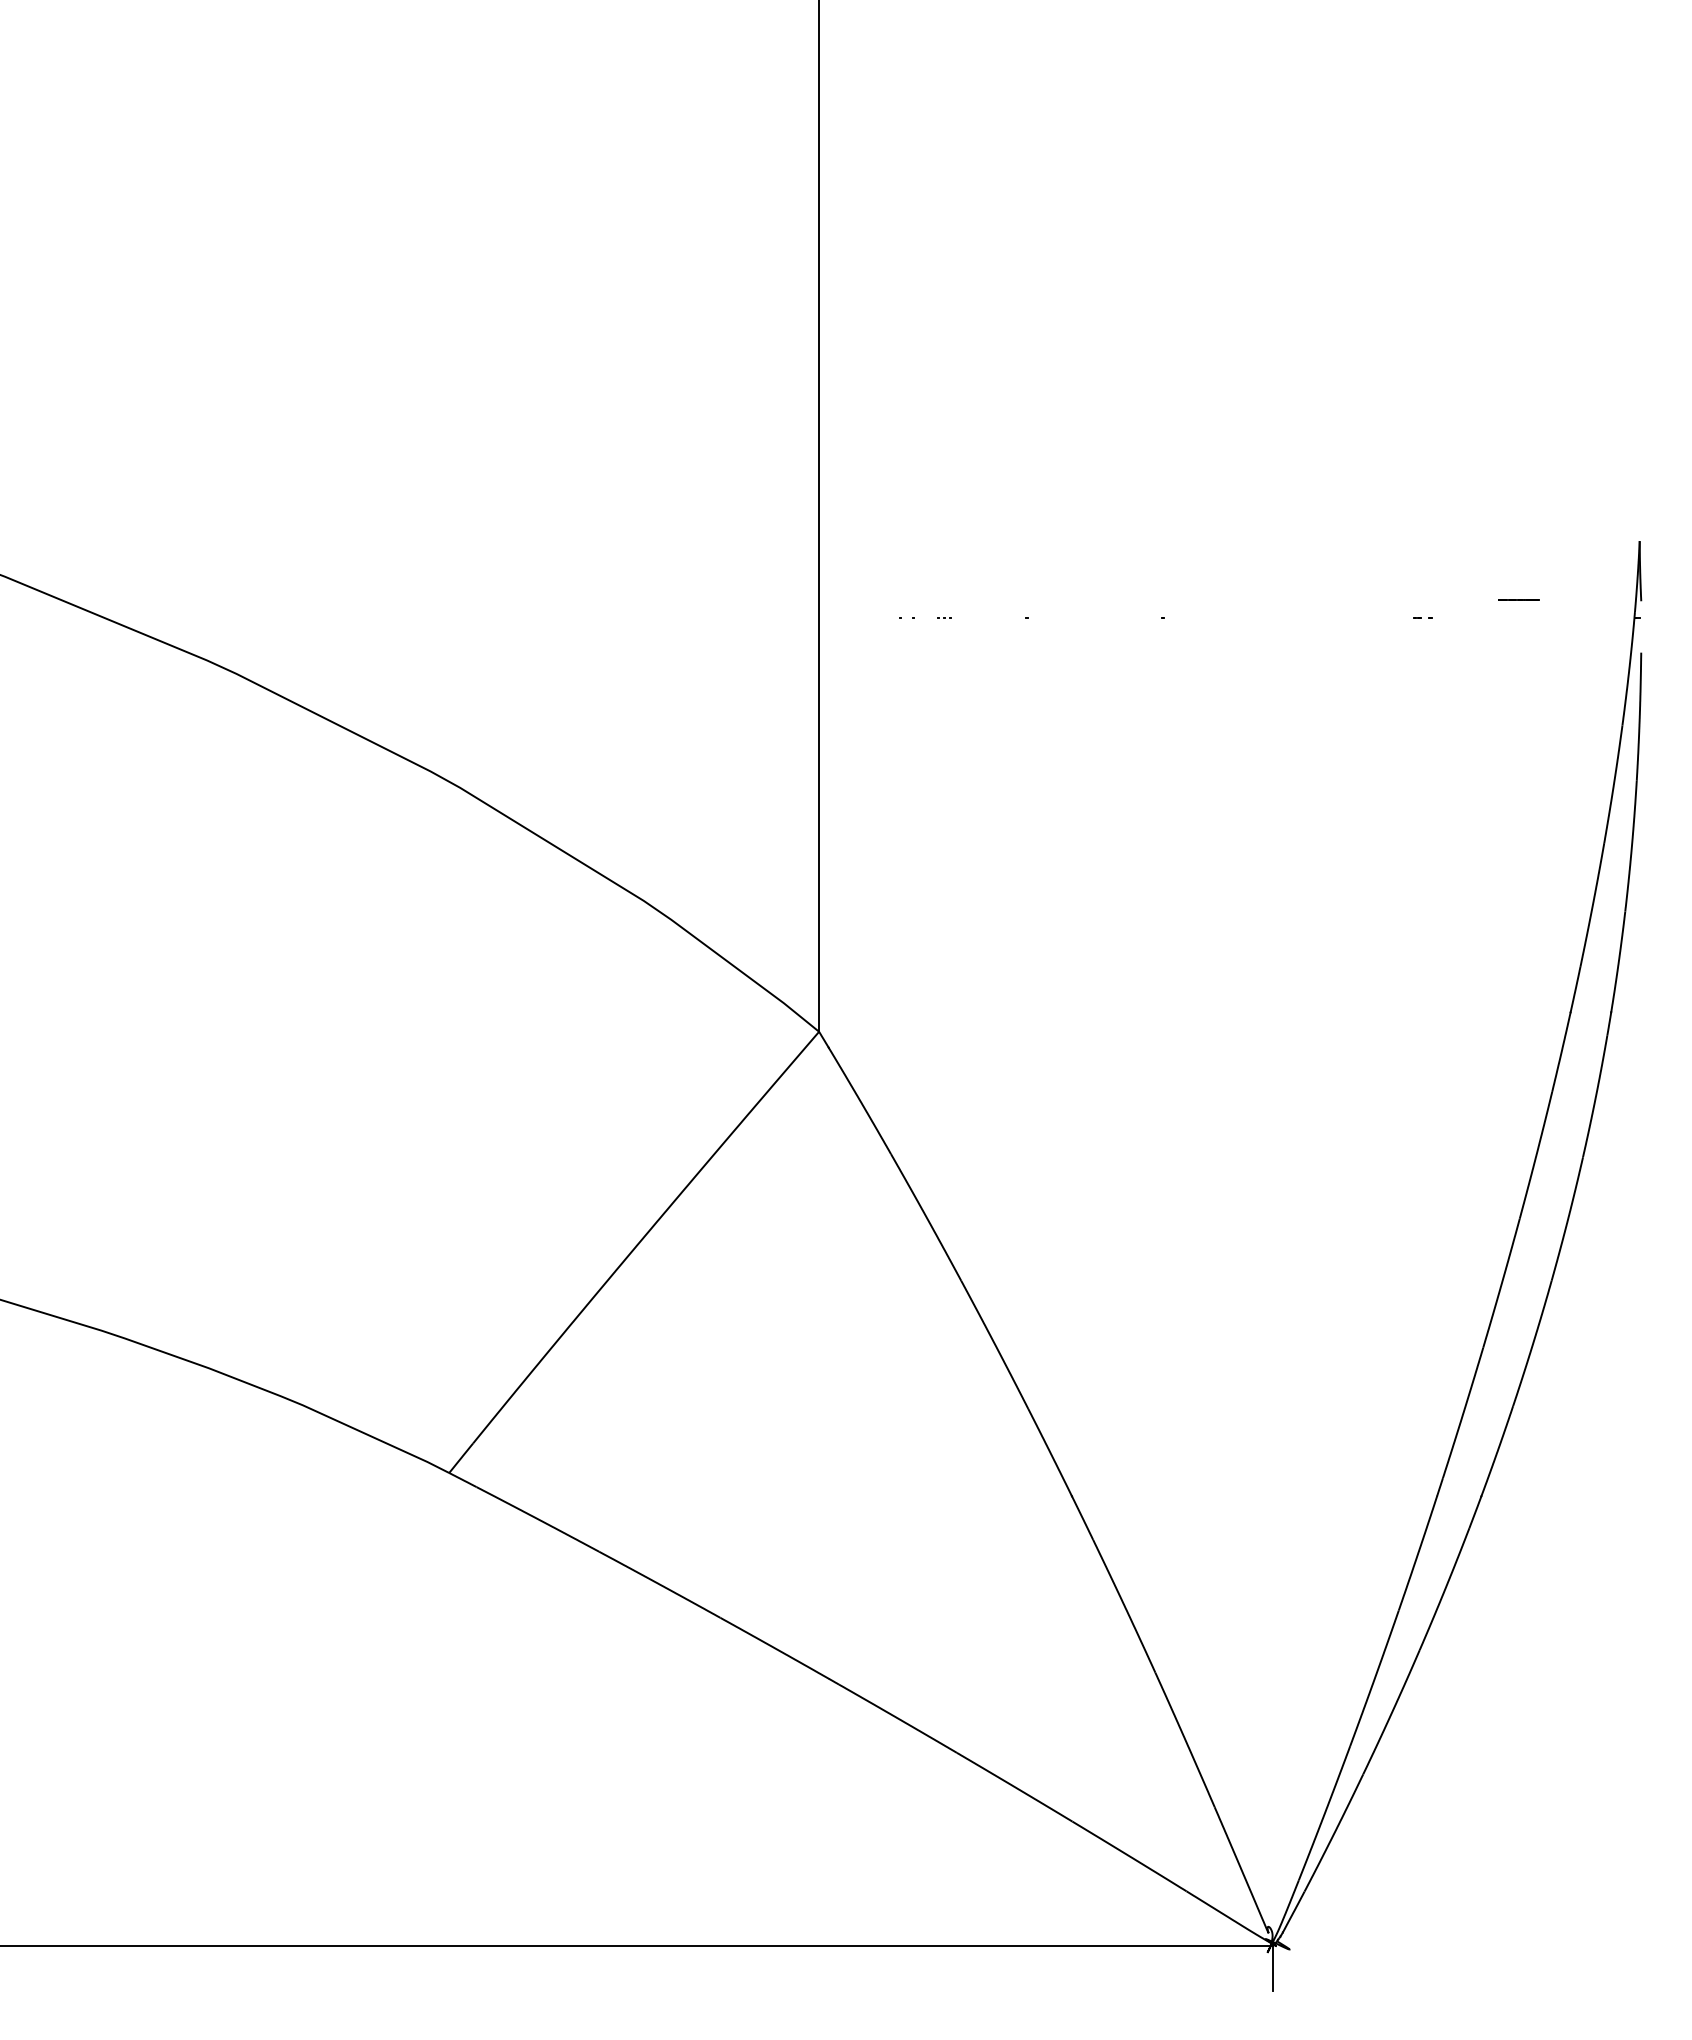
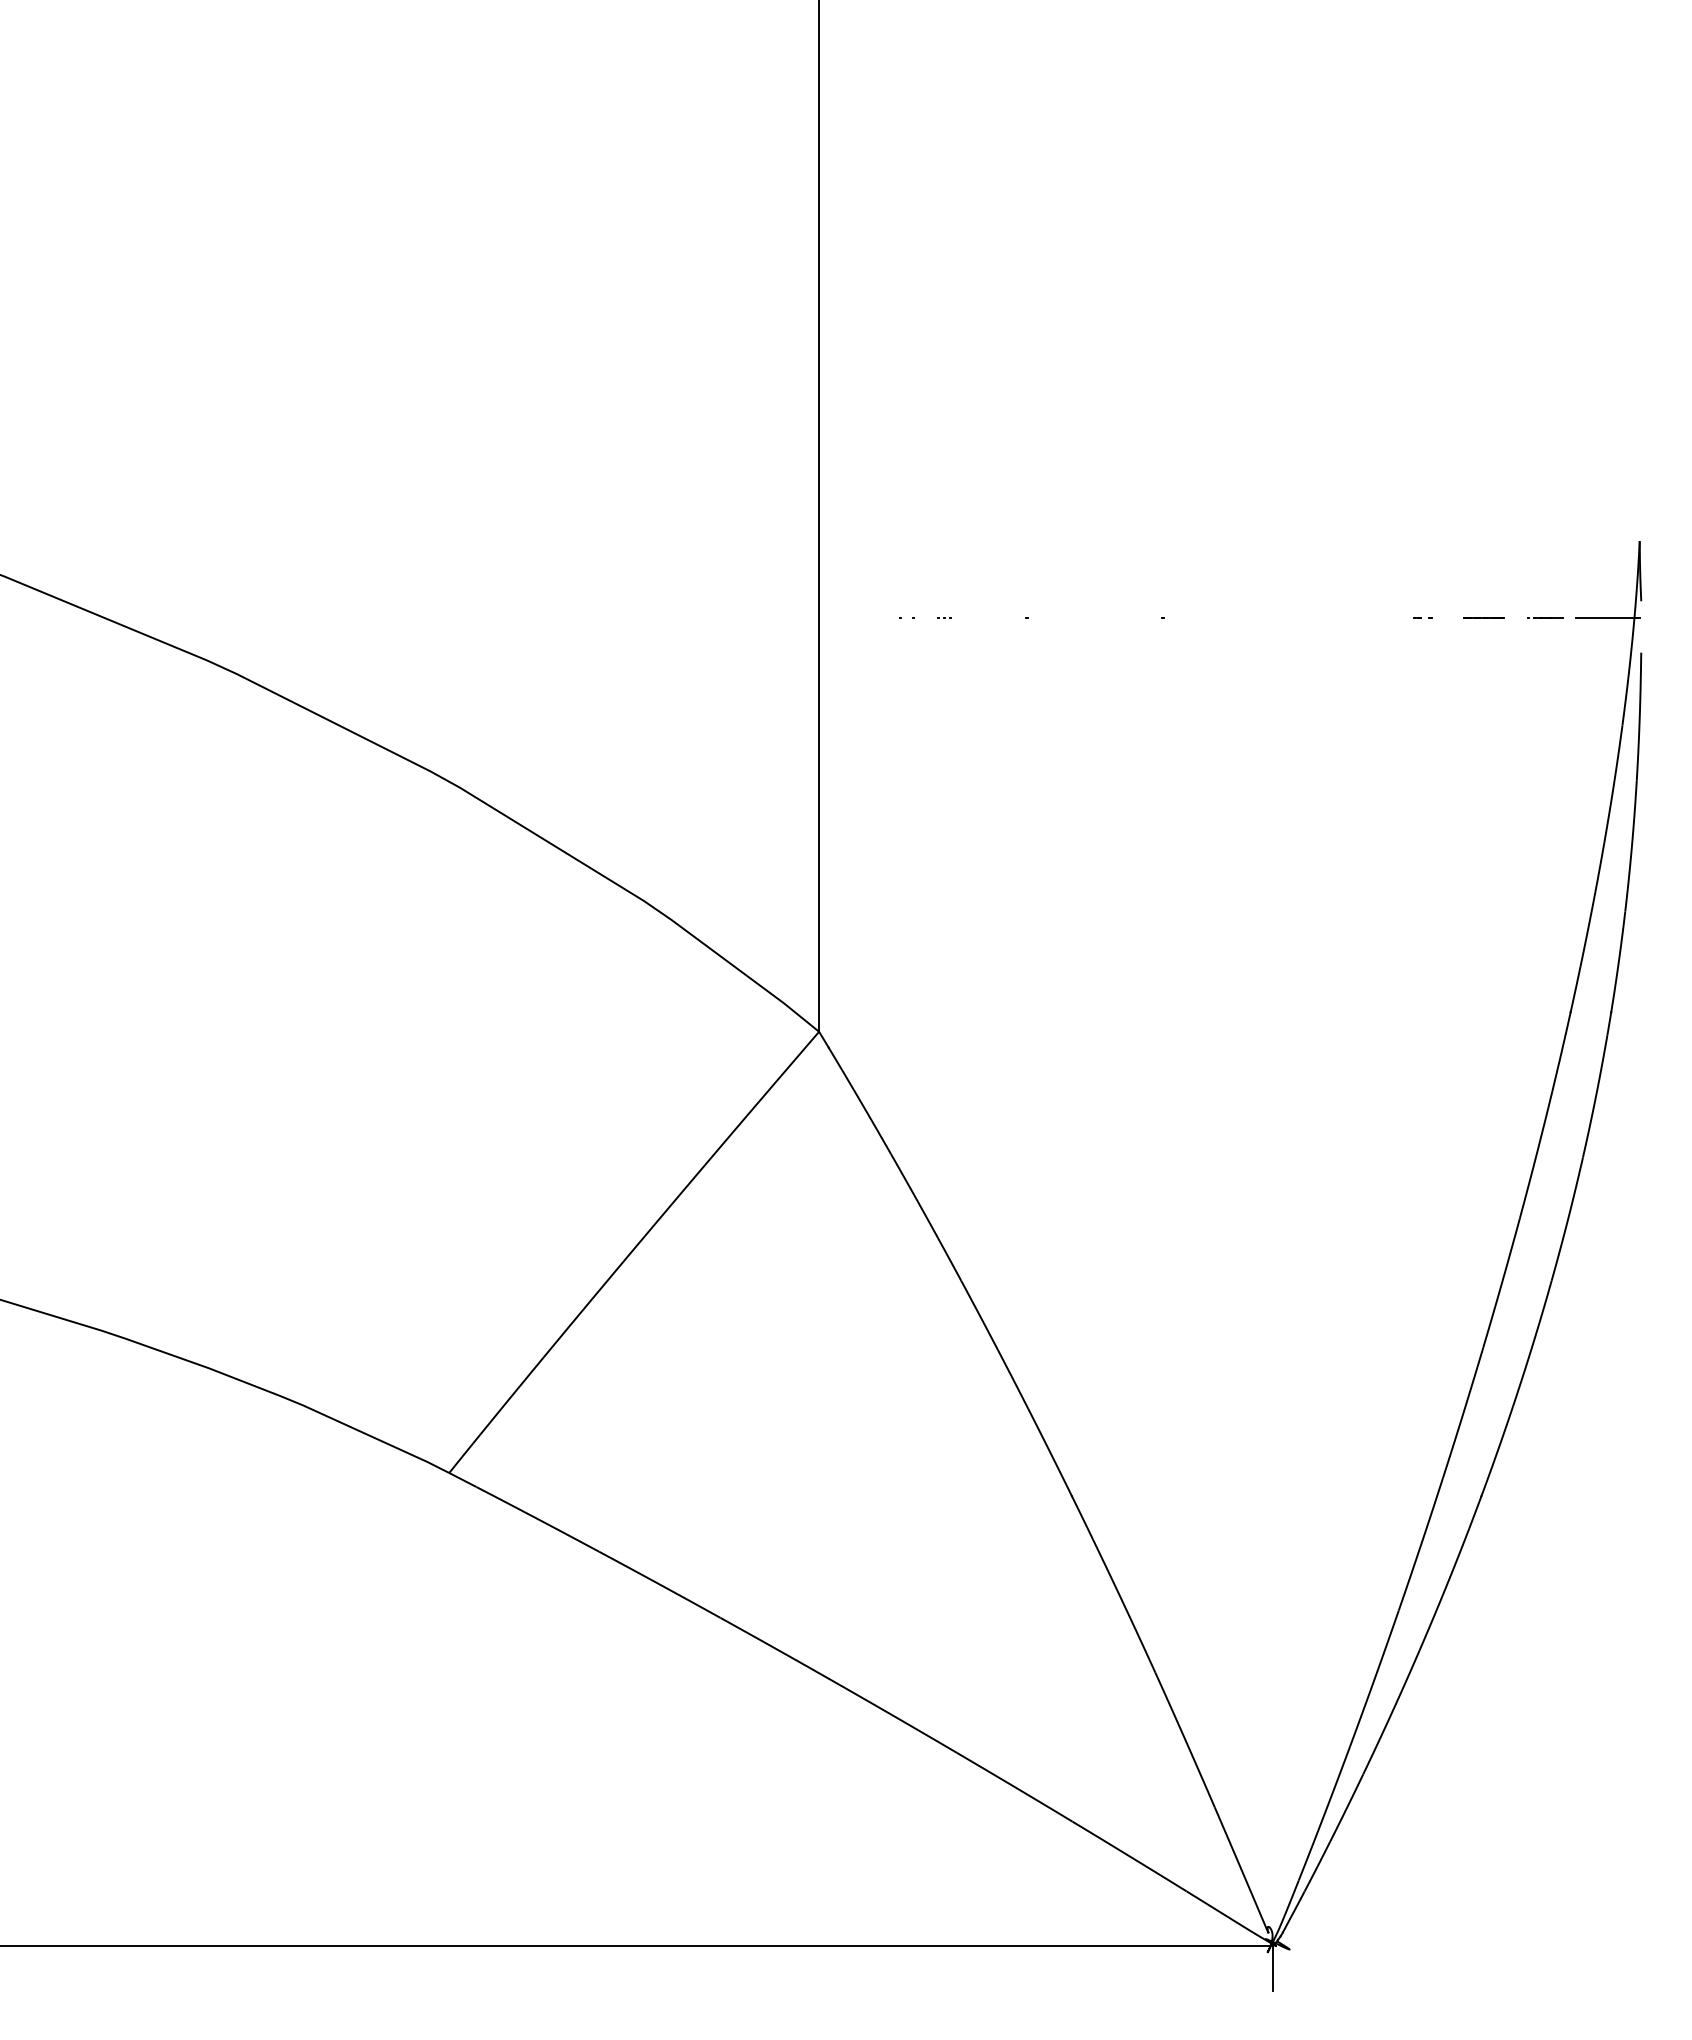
line at (1518, 599) position: (1518, 599) -> (1483, 617)
line at (1545, 617): none -> present
line at (1604, 617): none -> present
